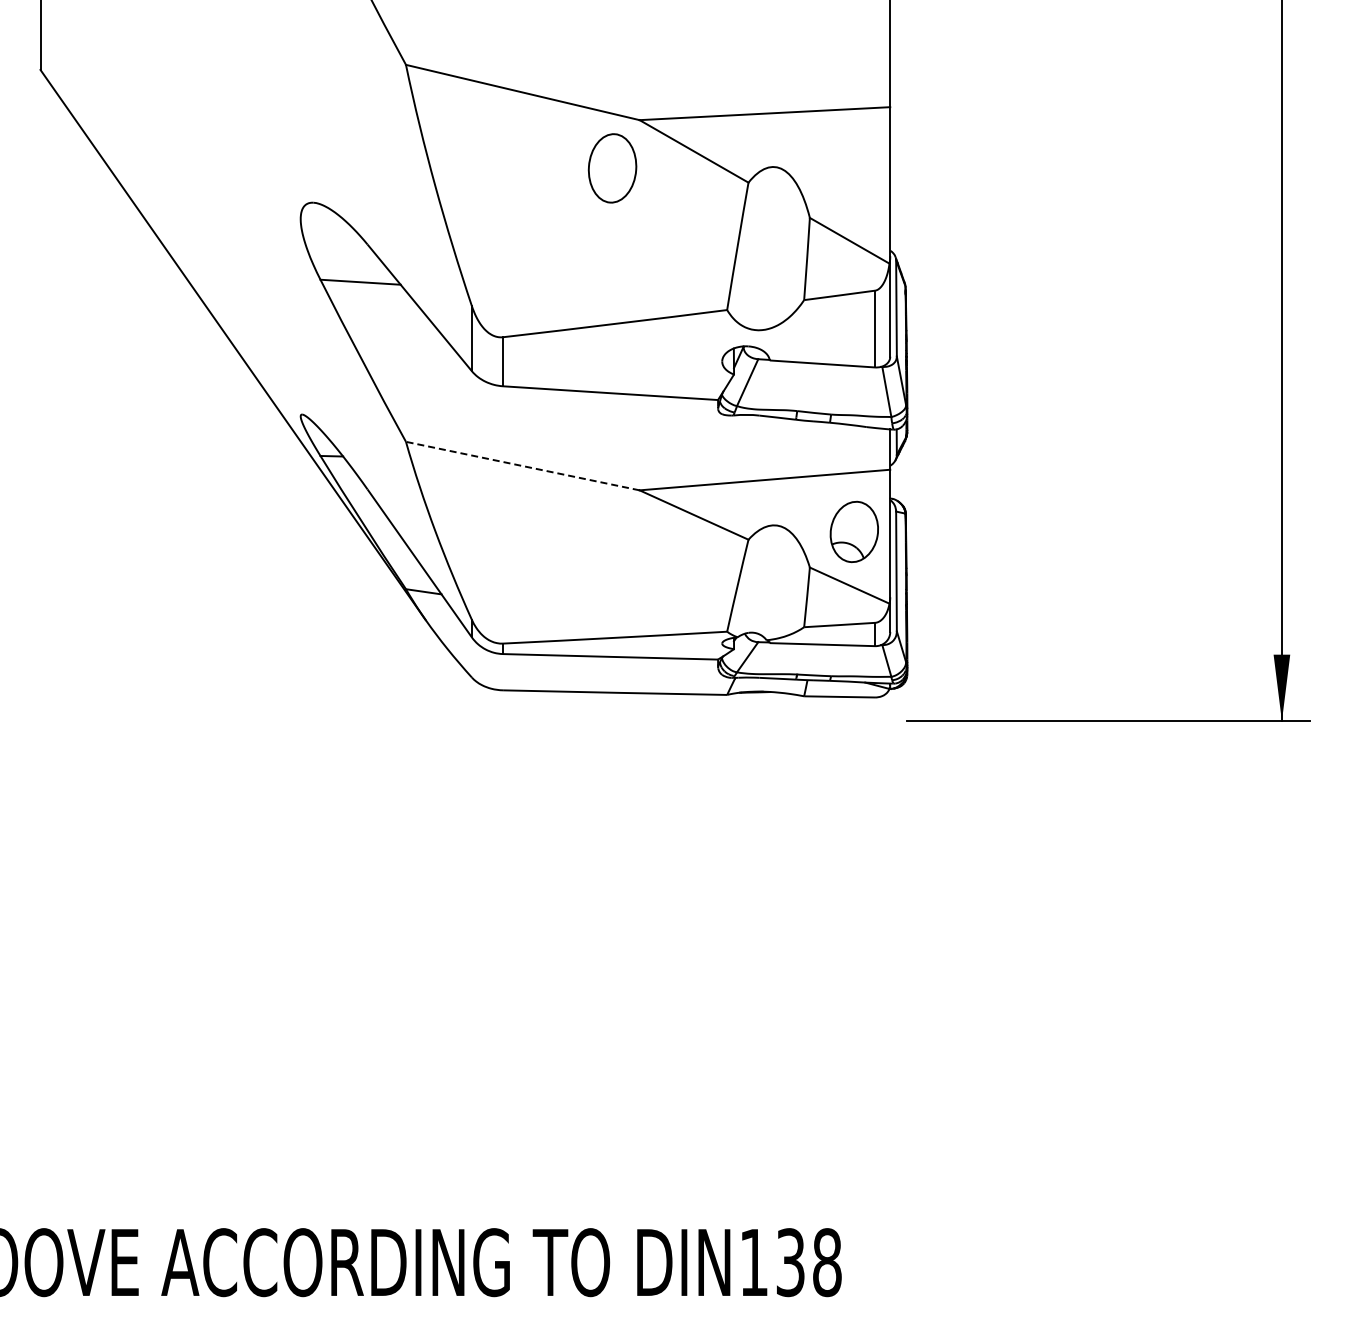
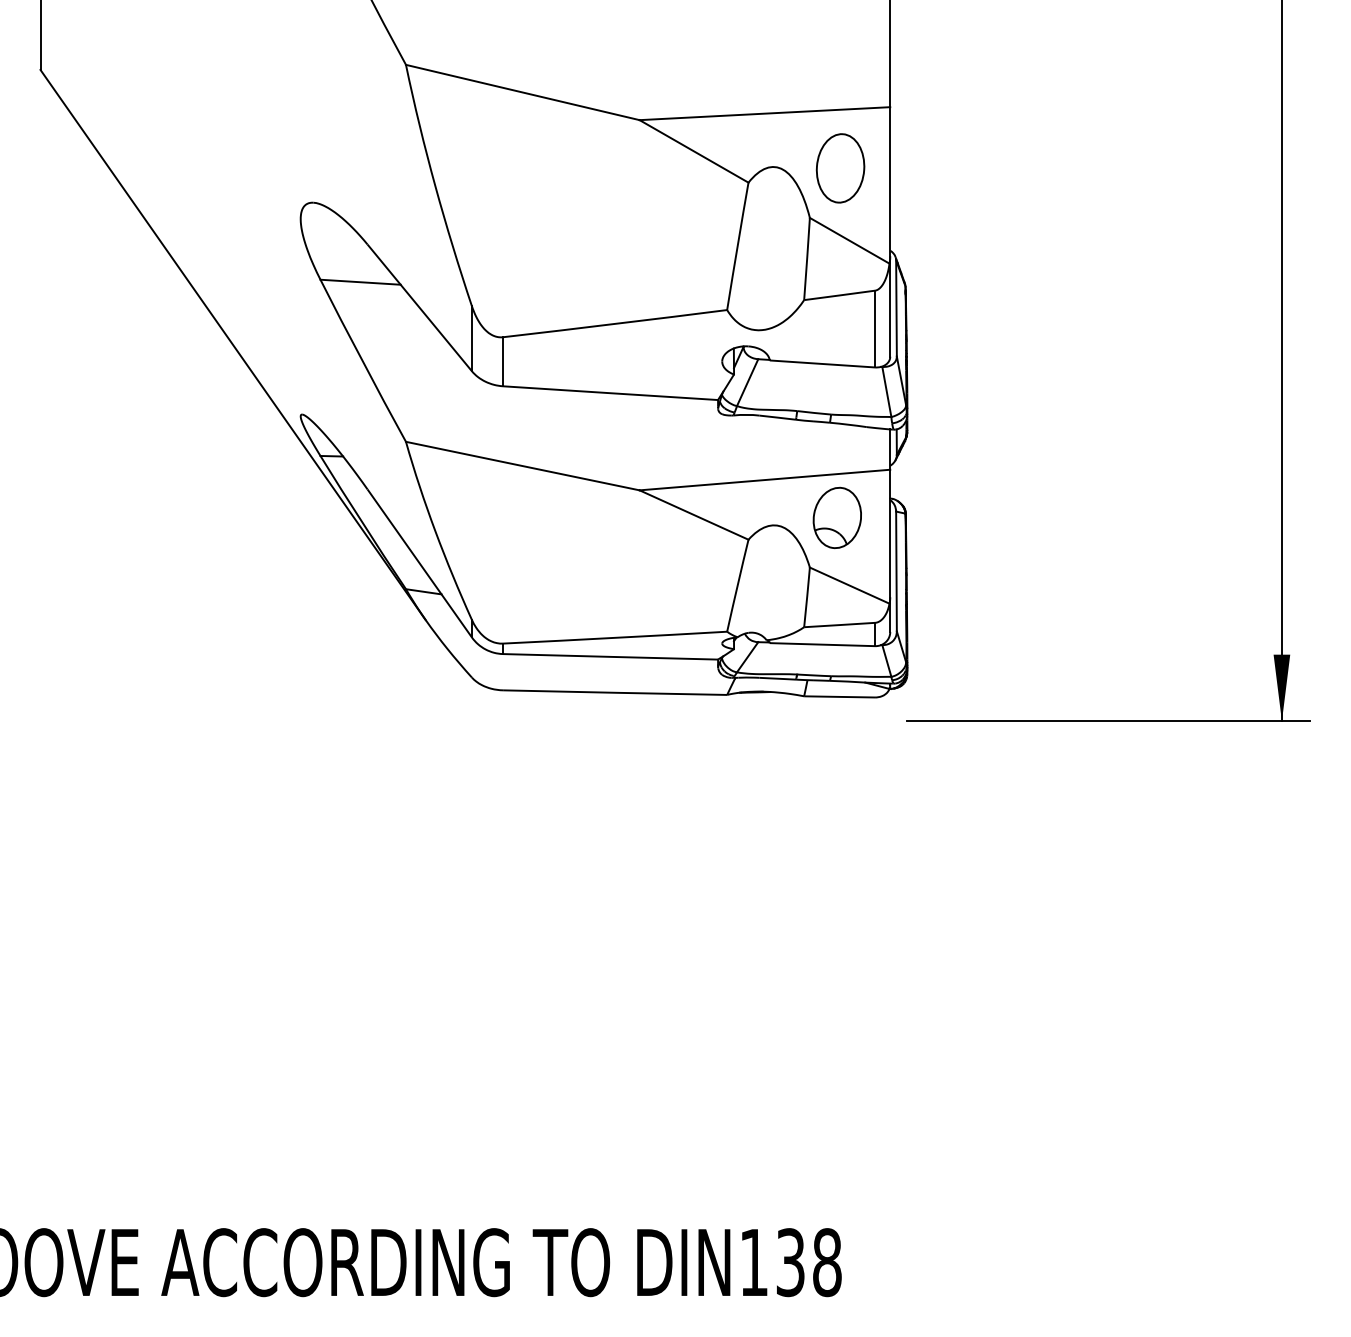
part at (612, 168) position: (612, 168) -> (840, 168)
line at (522, 465): dashed -> solid
part at (853, 531) position: (853, 531) -> (836, 517)
